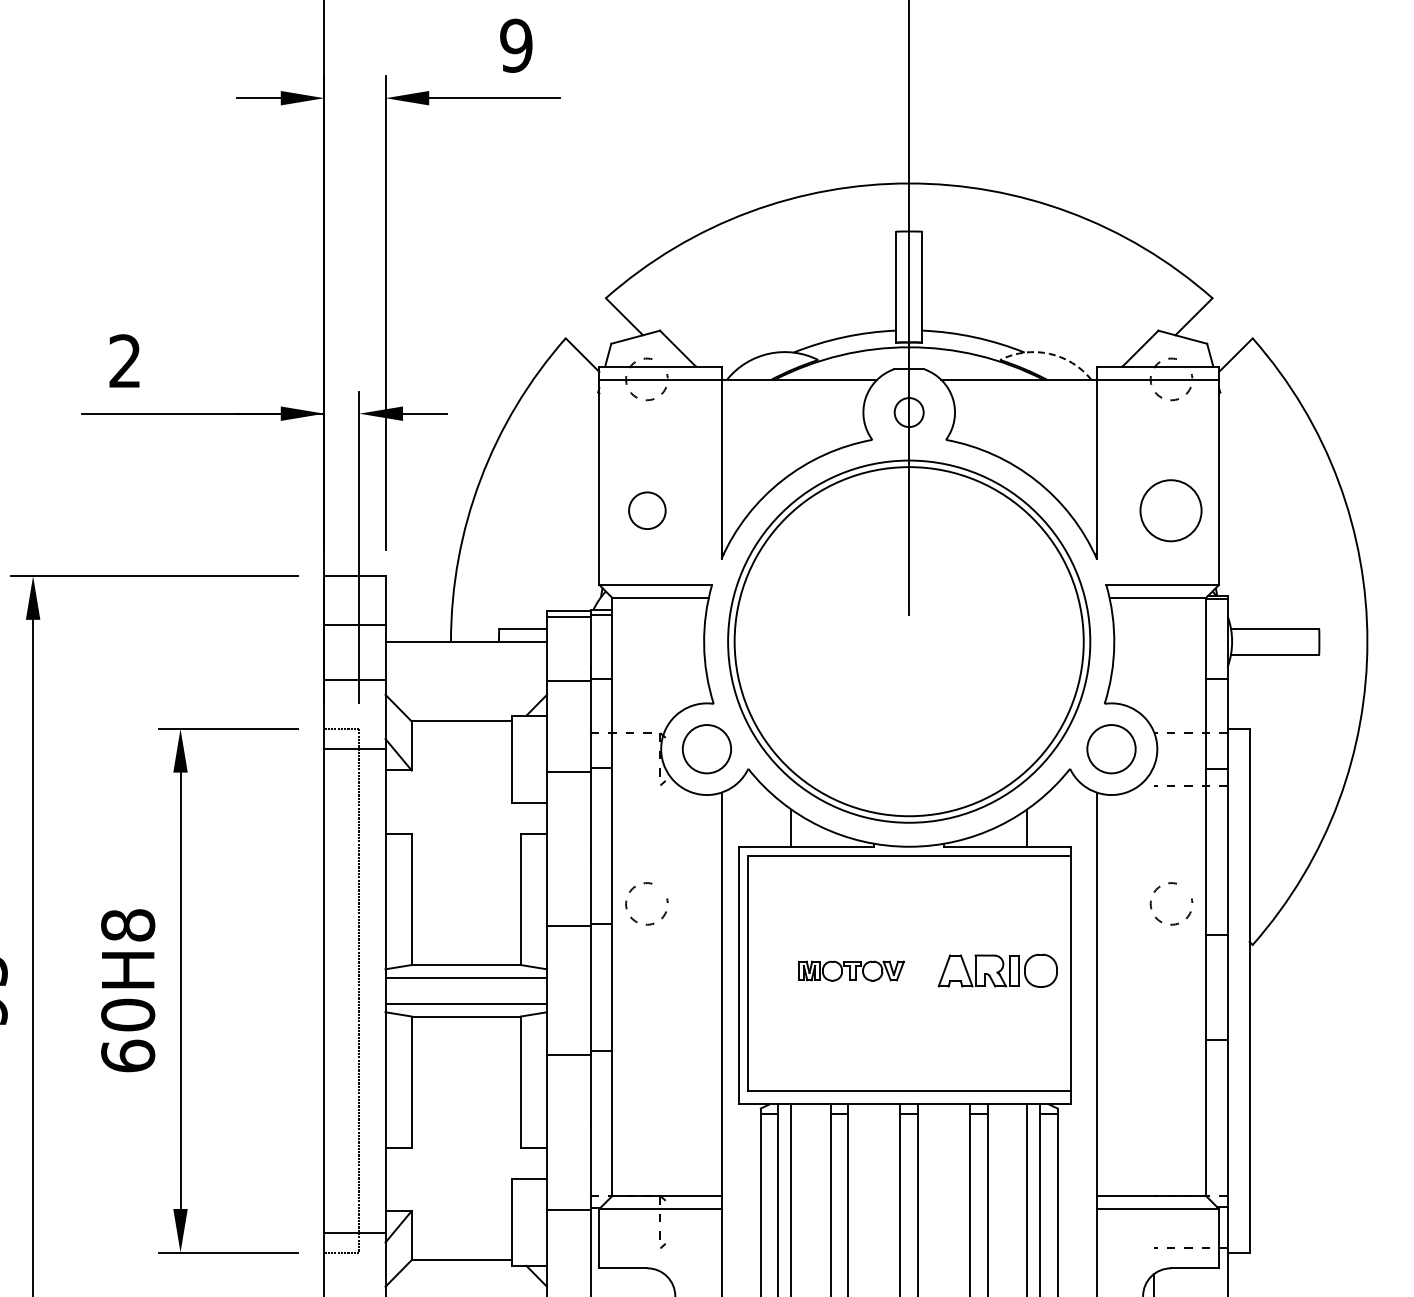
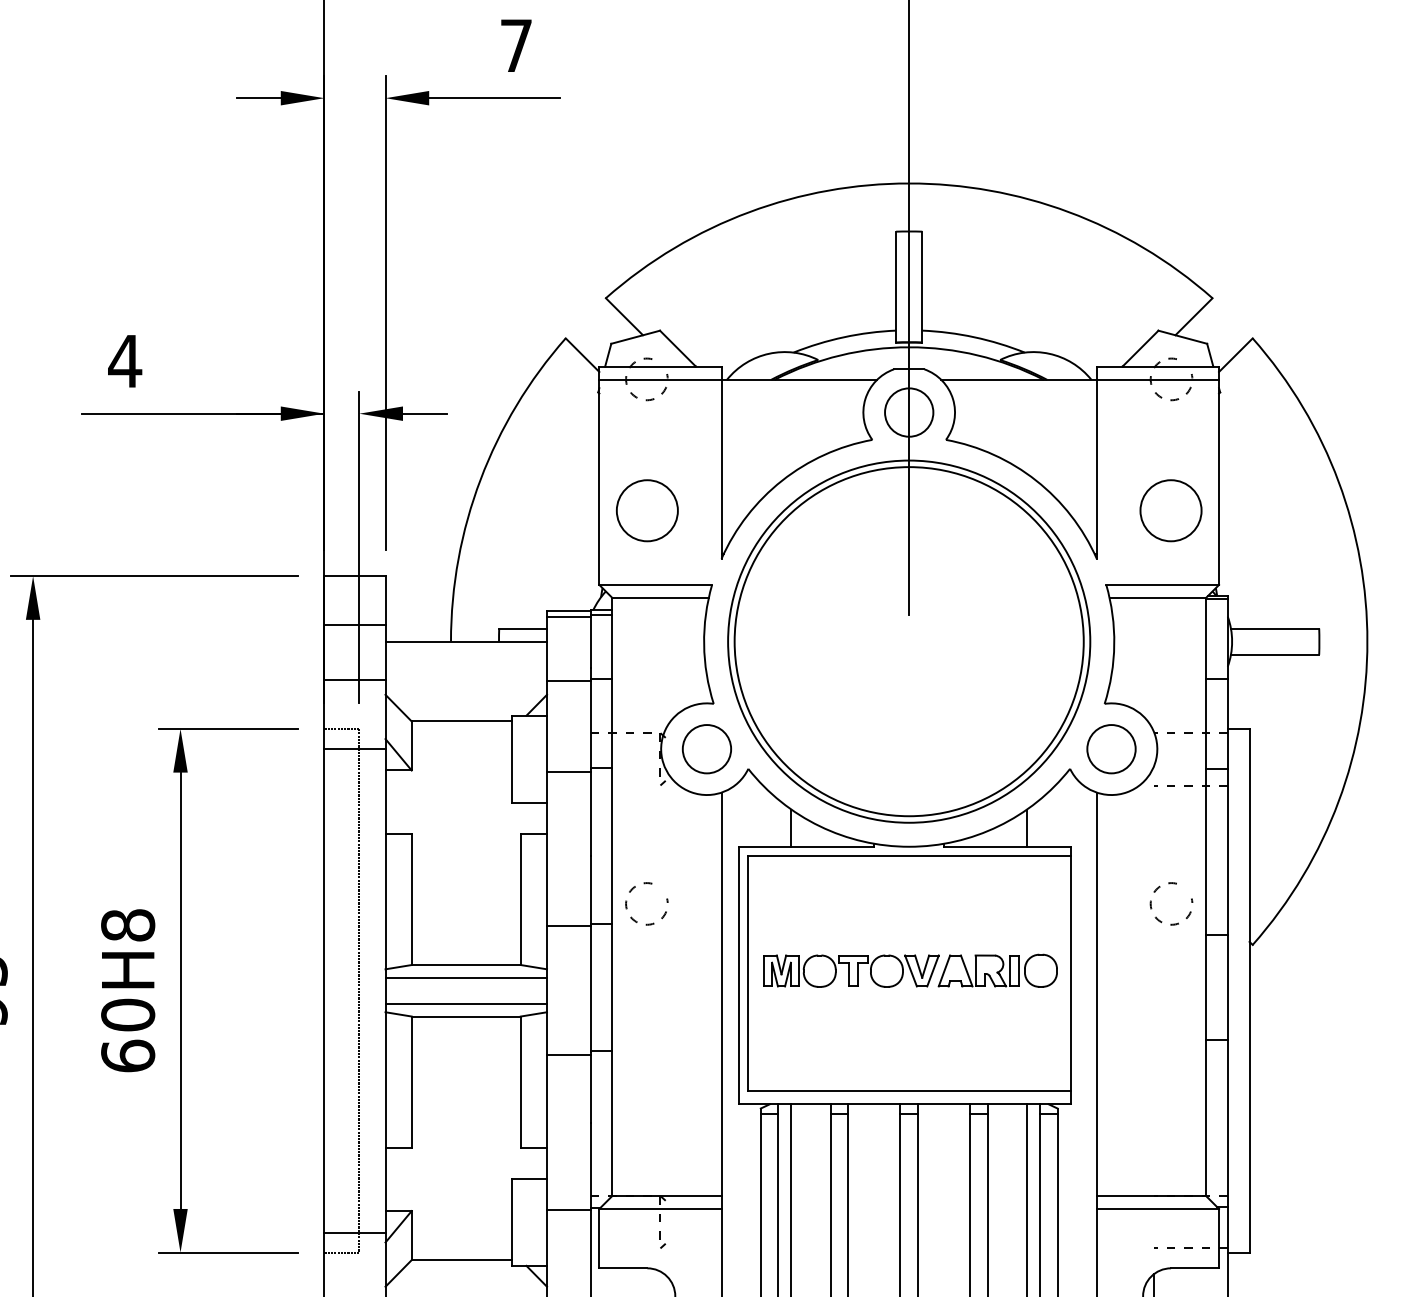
text at (516, 45): 9 -> 7
arc at (1049, 353): dashed -> solid
text at (125, 360): 2 -> 4
circle at (908, 412) diameter: 29 px -> 48 px
circle at (647, 510) diameter: 37 px -> 61 px
part at (851, 970) size: 107x22 px -> 177x34 px
